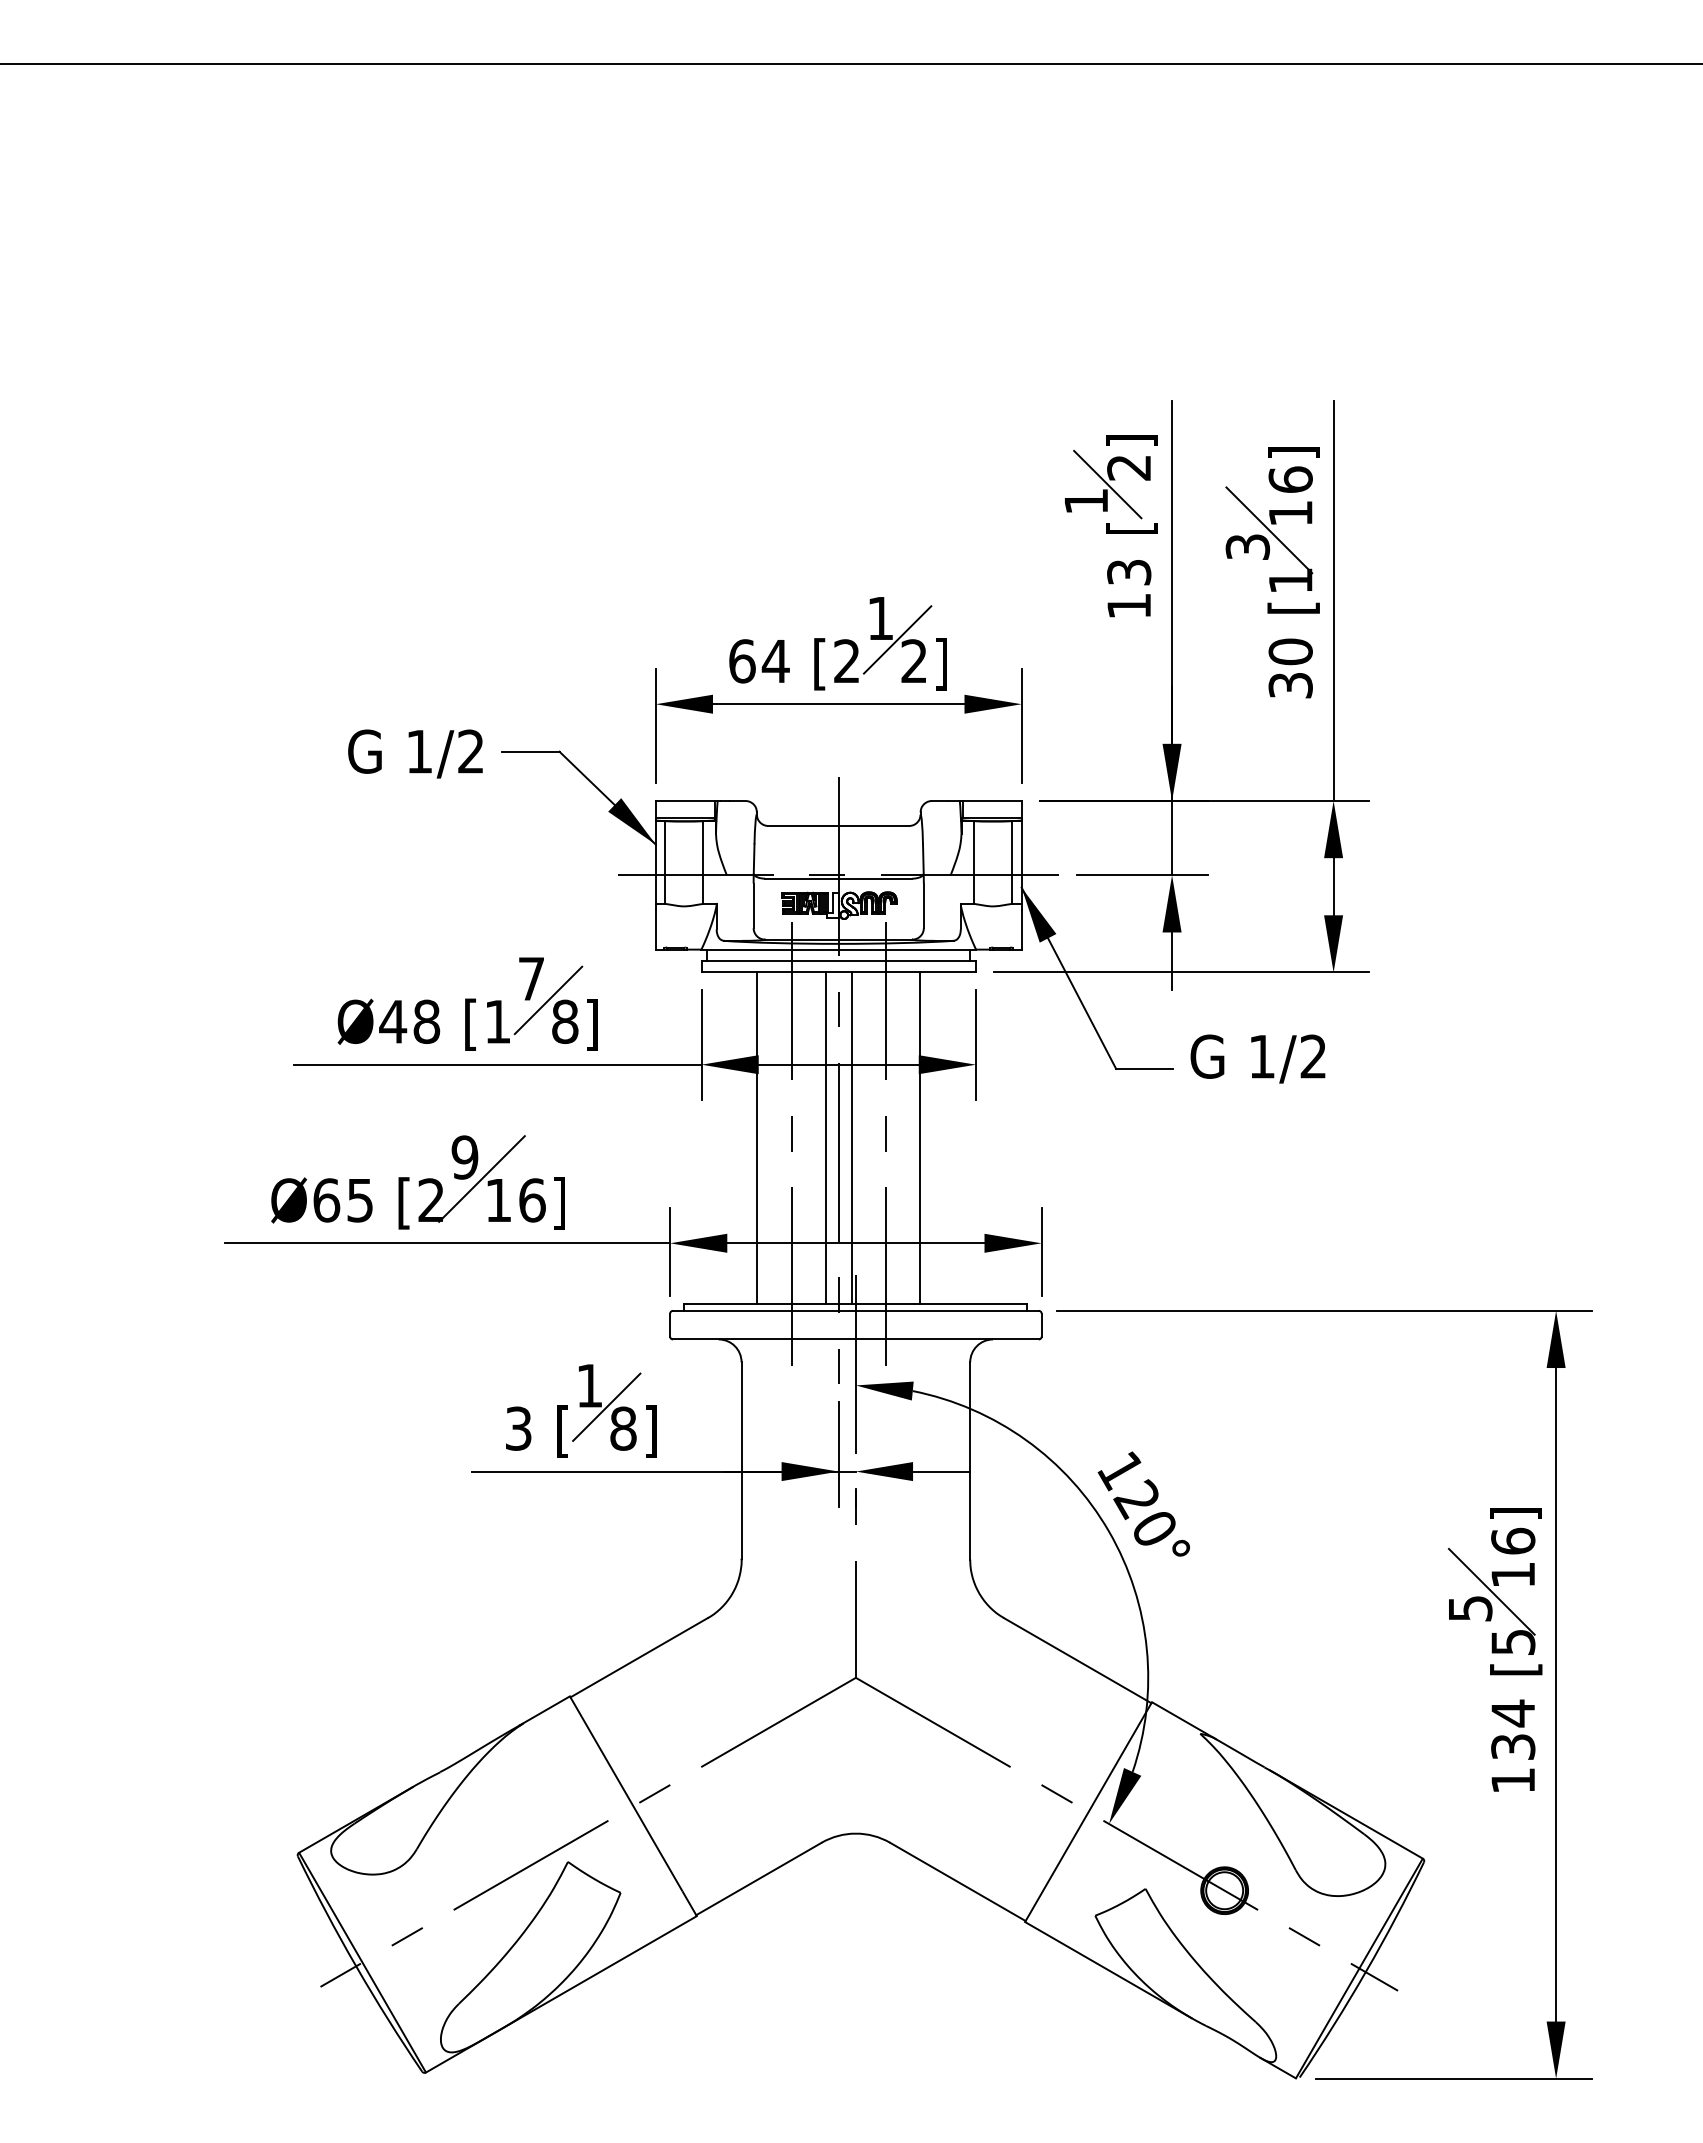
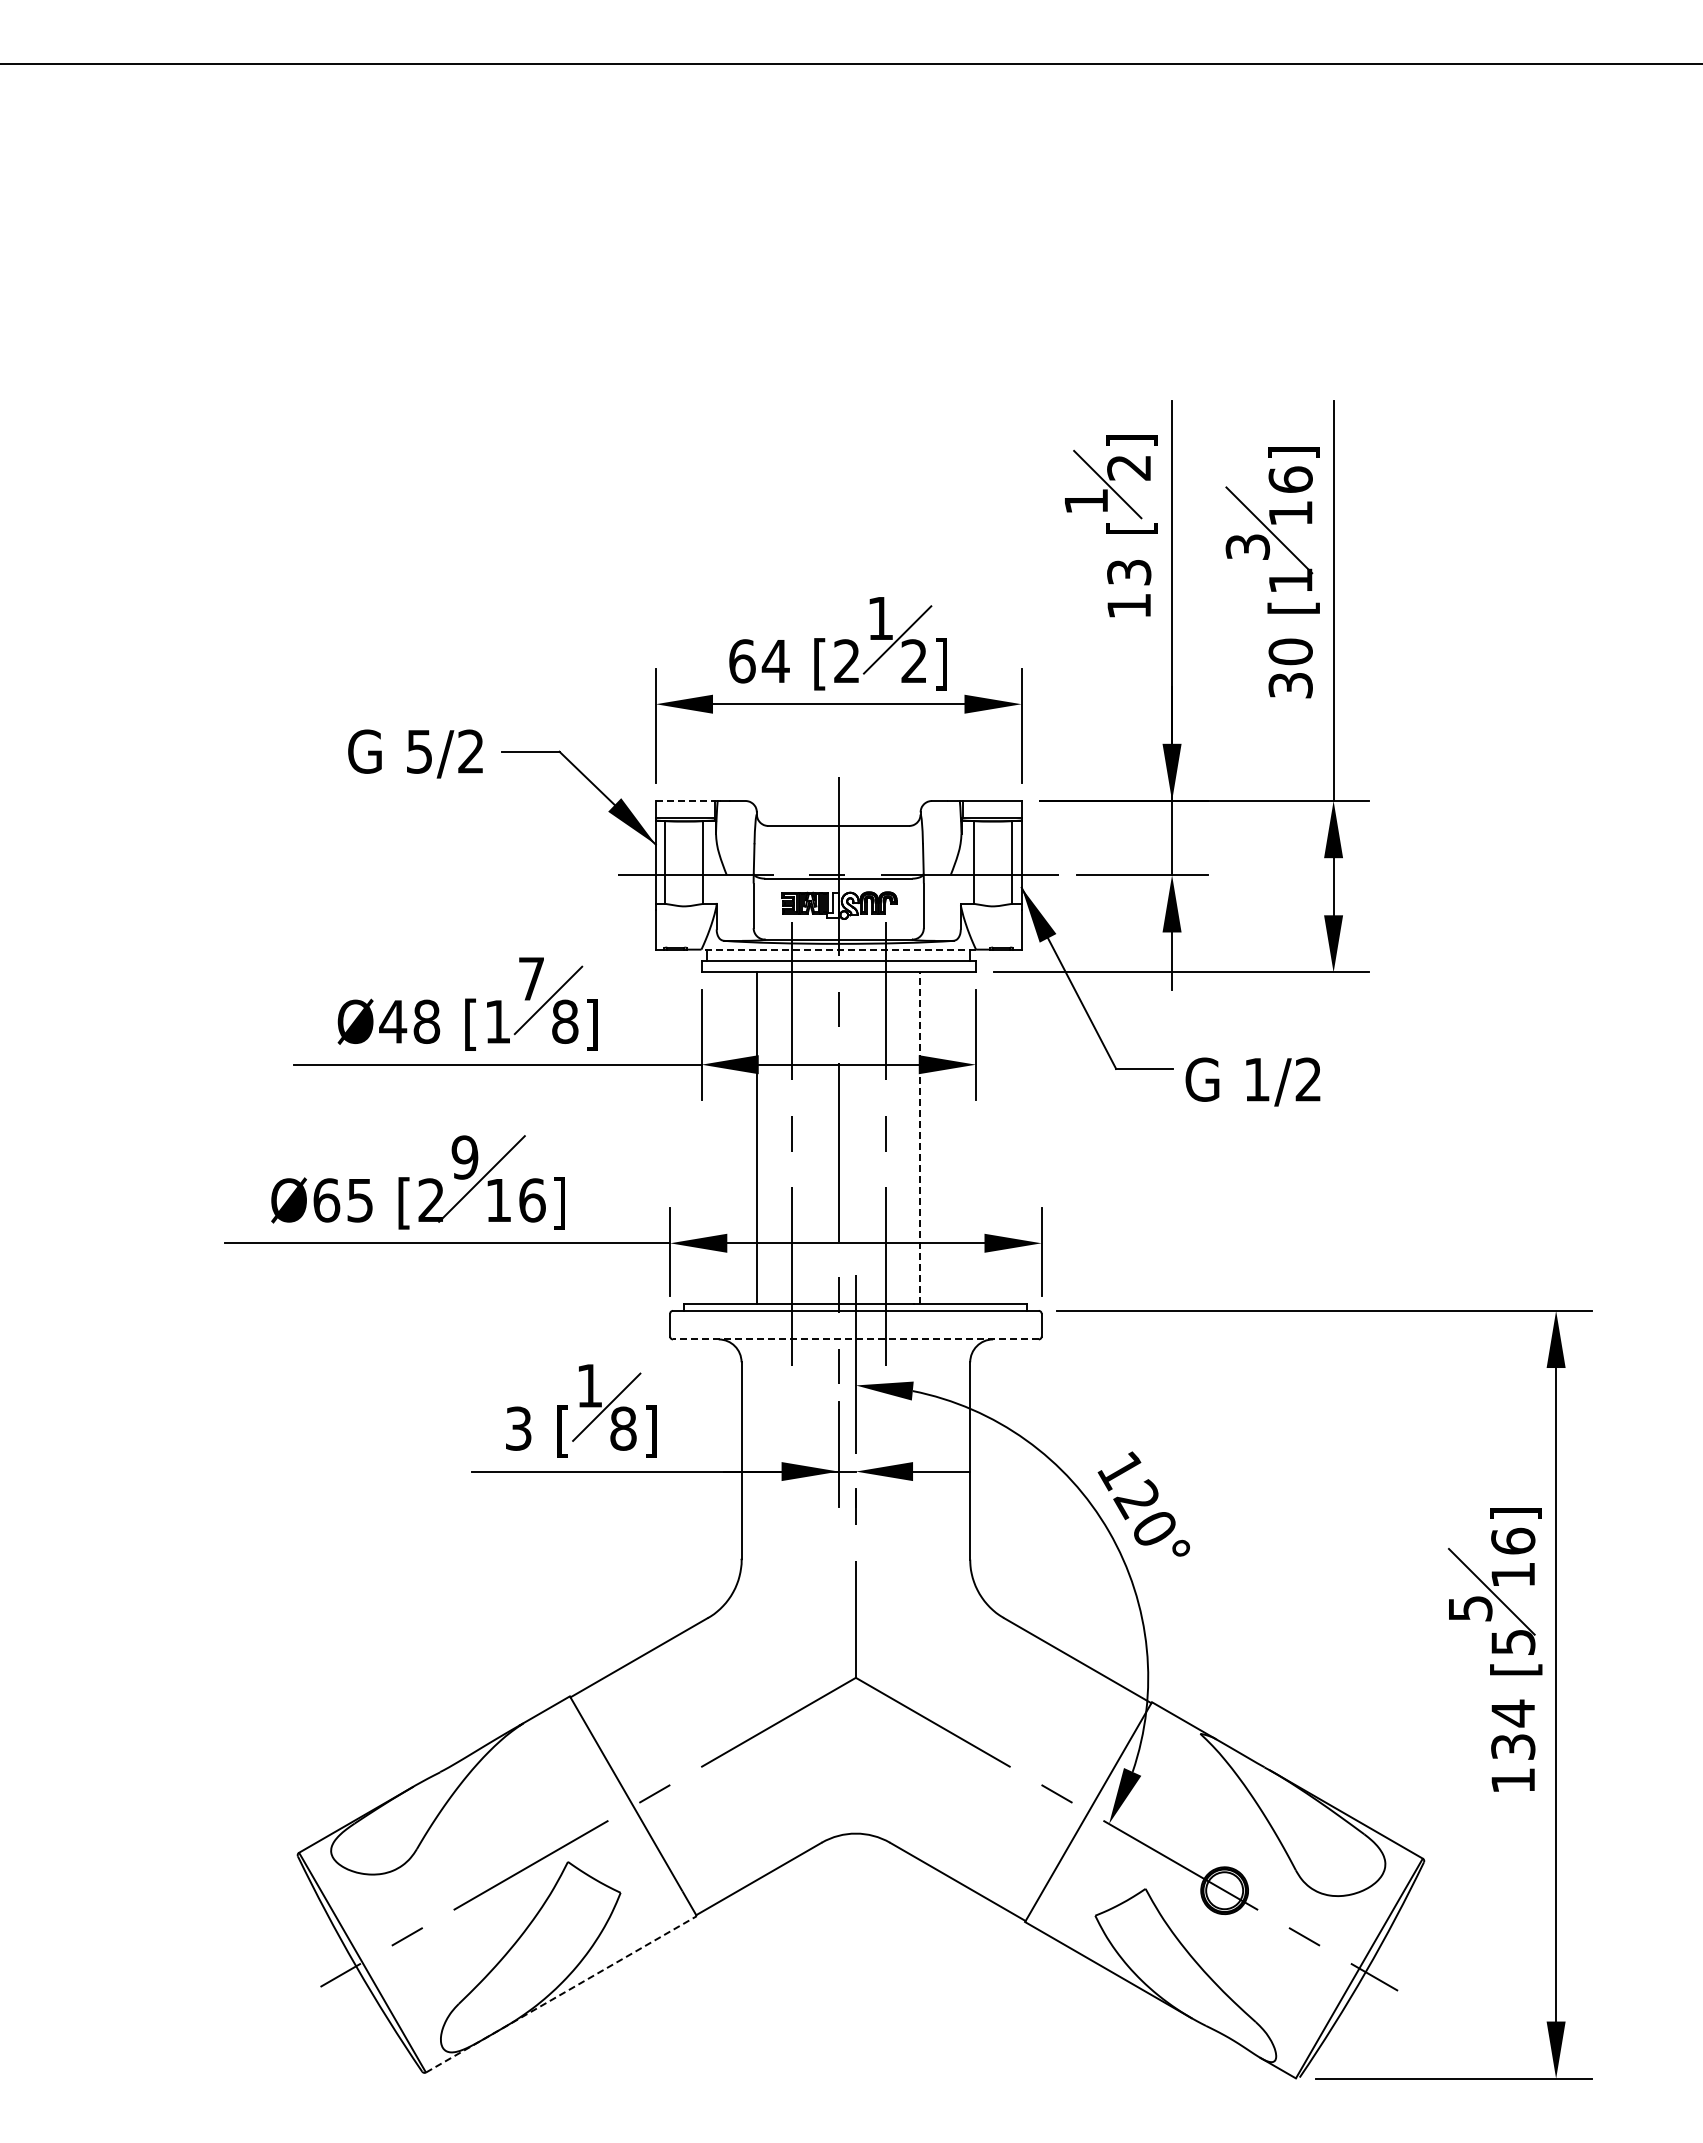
text at (419, 751): 1/2 -> 5/2
line at (685, 801): solid -> dashed
line at (838, 949): solid -> dashed
text at (1257, 1058) position: (1257, 1058) -> (1252, 1081)
line at (825, 1138): present -> none
line at (851, 1138): present -> none
line at (920, 1138): solid -> dashed
line at (855, 1339): solid -> dashed
line at (561, 1994): solid -> dashed
